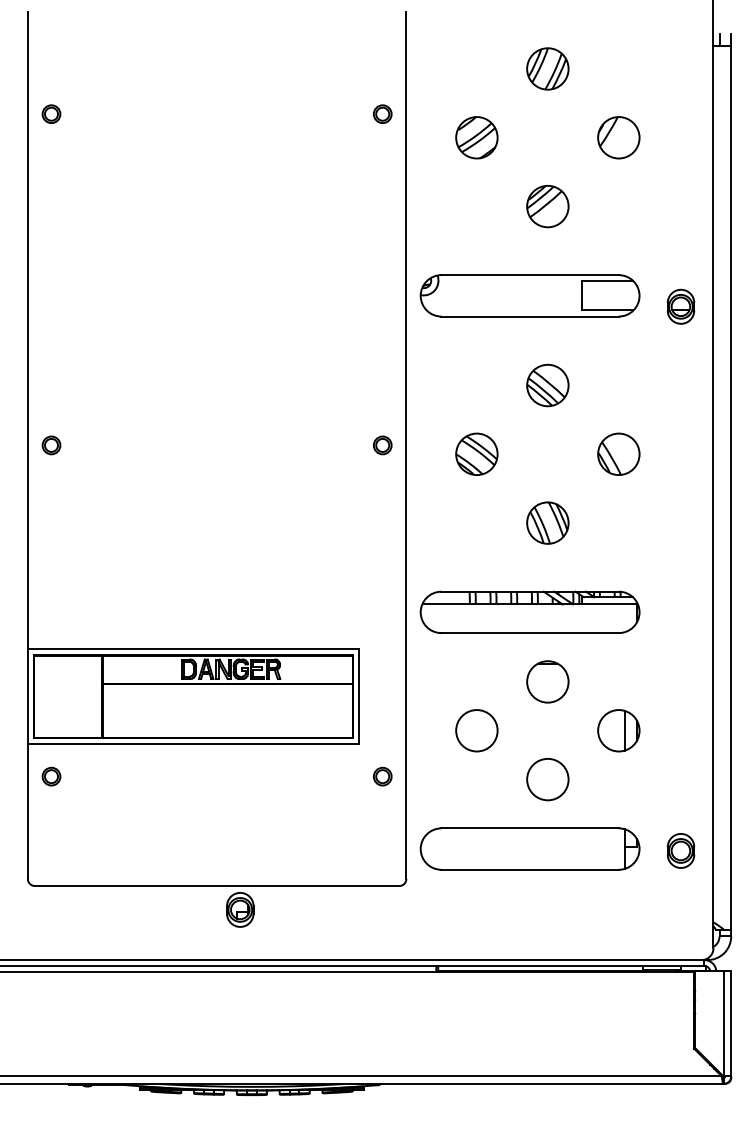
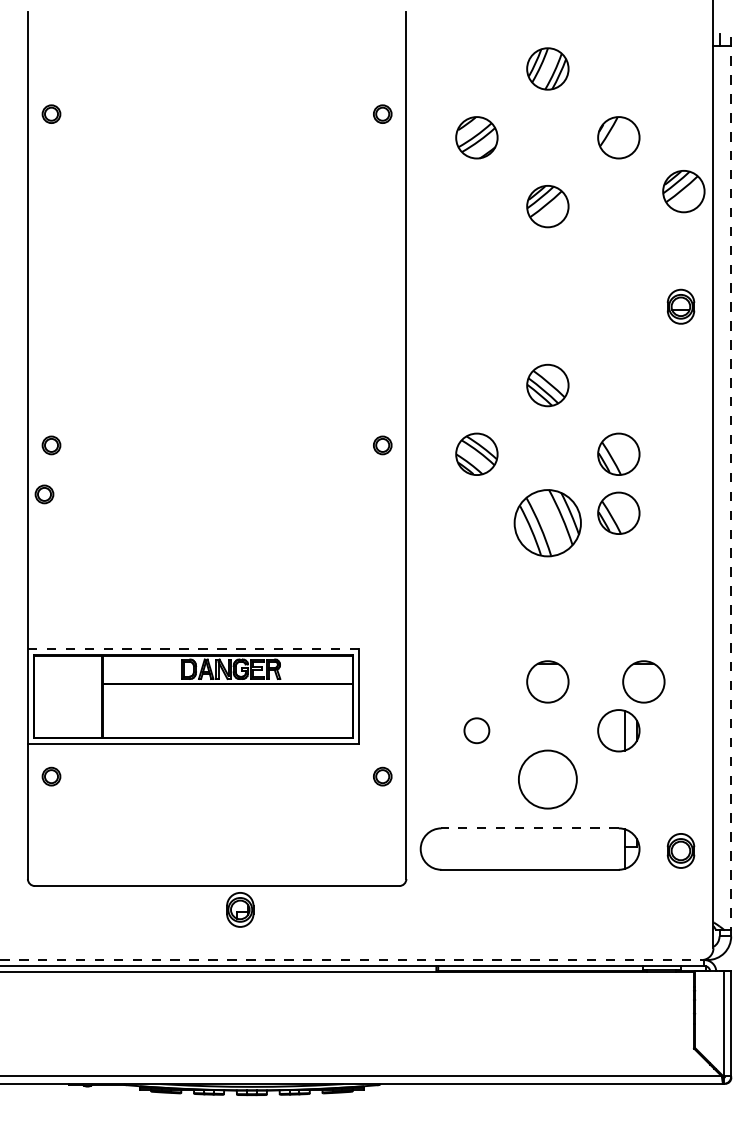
part at (683, 191): none -> present
part at (529, 295): present -> none
line at (731, 484): solid -> dashed
part at (44, 494): none -> present
part at (618, 512): none -> present
part at (547, 522) size: 44x44 px -> 69x69 px
part at (529, 611): present -> none
line at (193, 649): solid -> dashed
part at (643, 681): none -> present
circle at (476, 730) diameter: 41 px -> 25 px
circle at (547, 779) diameter: 41 px -> 58 px
line at (530, 828): solid -> dashed
line at (351, 960): solid -> dashed
